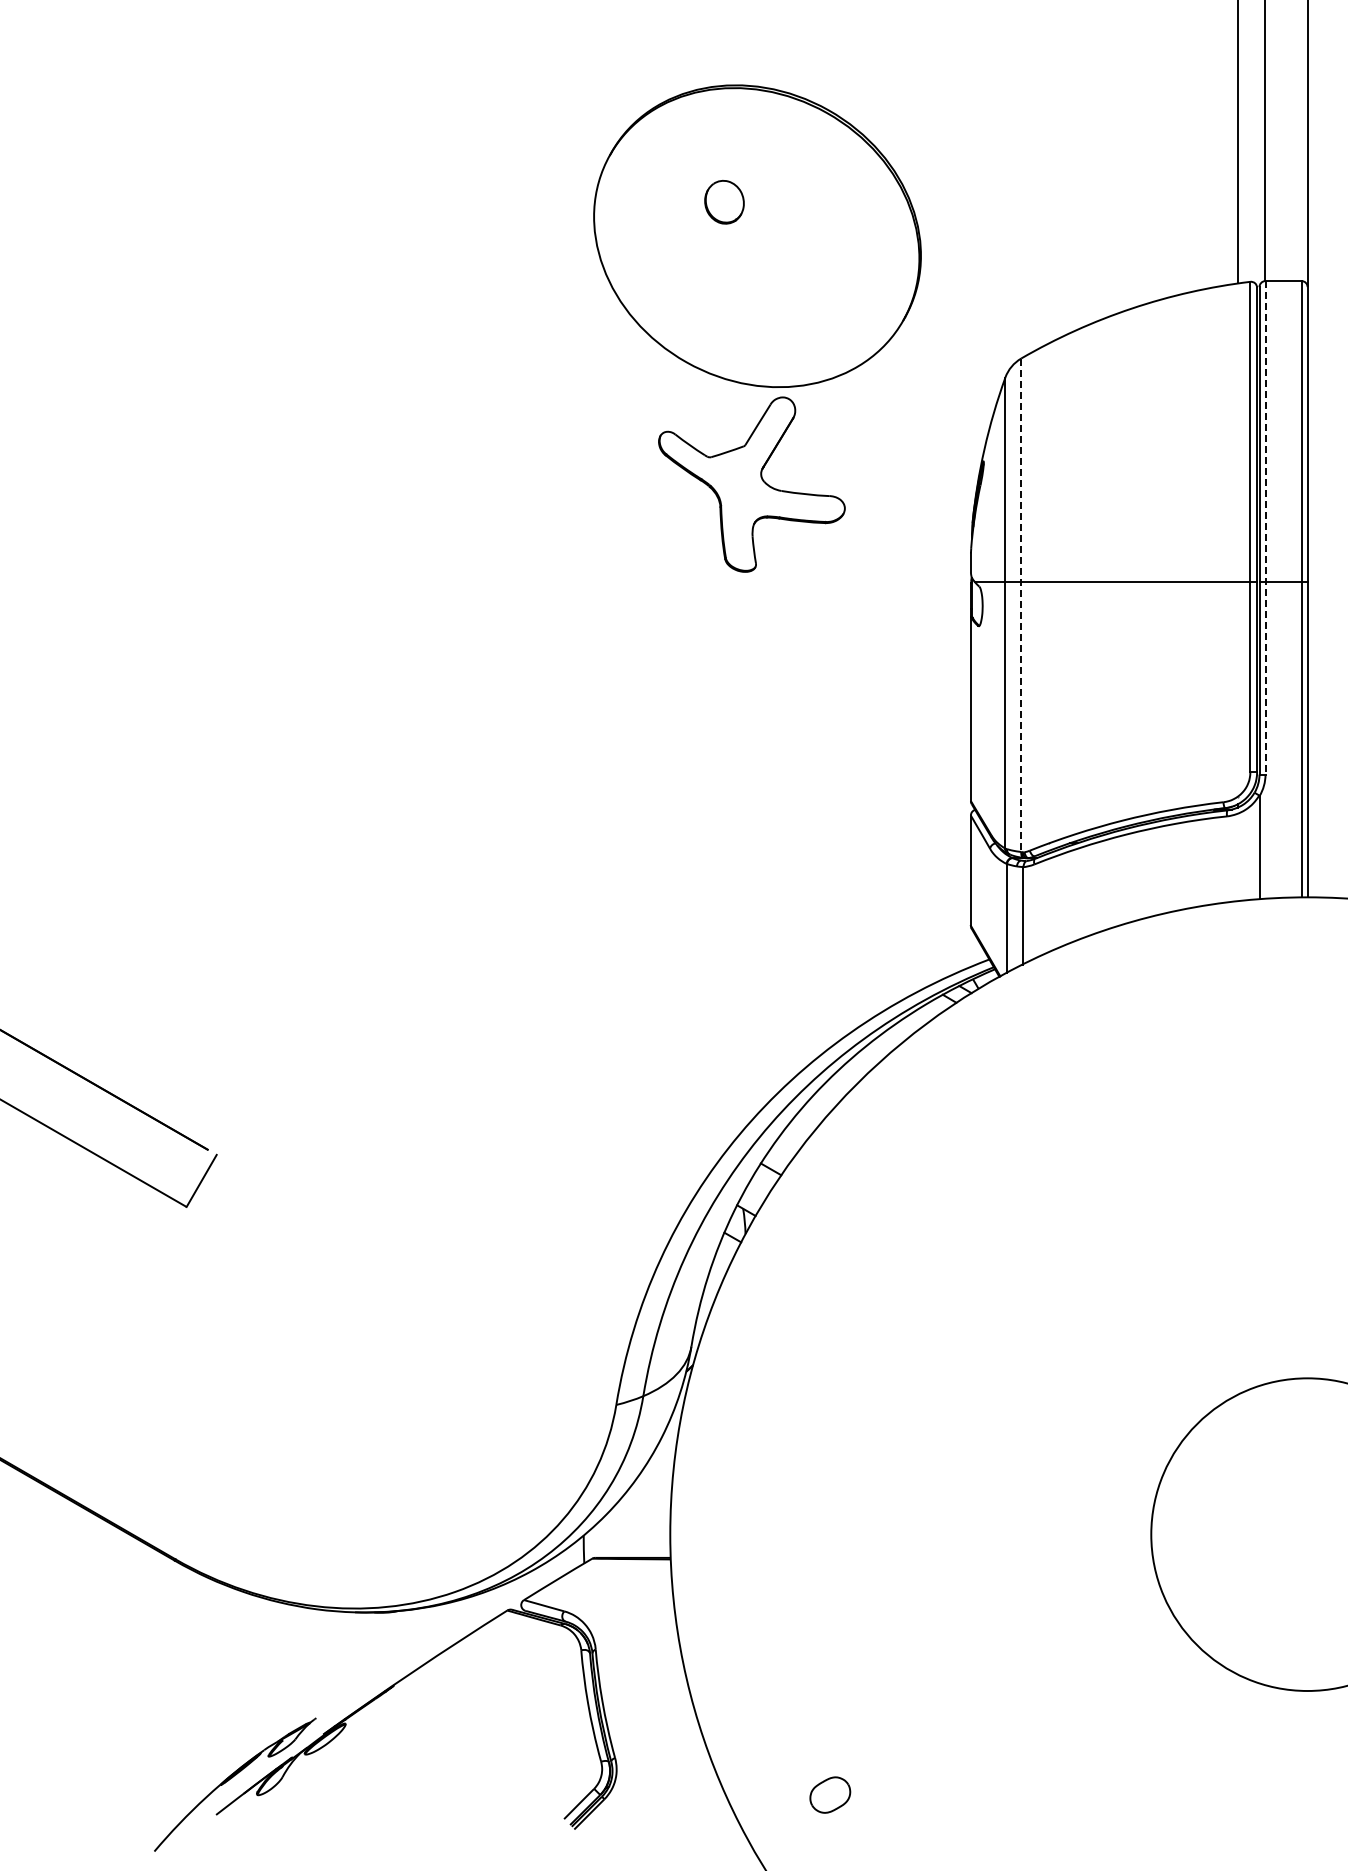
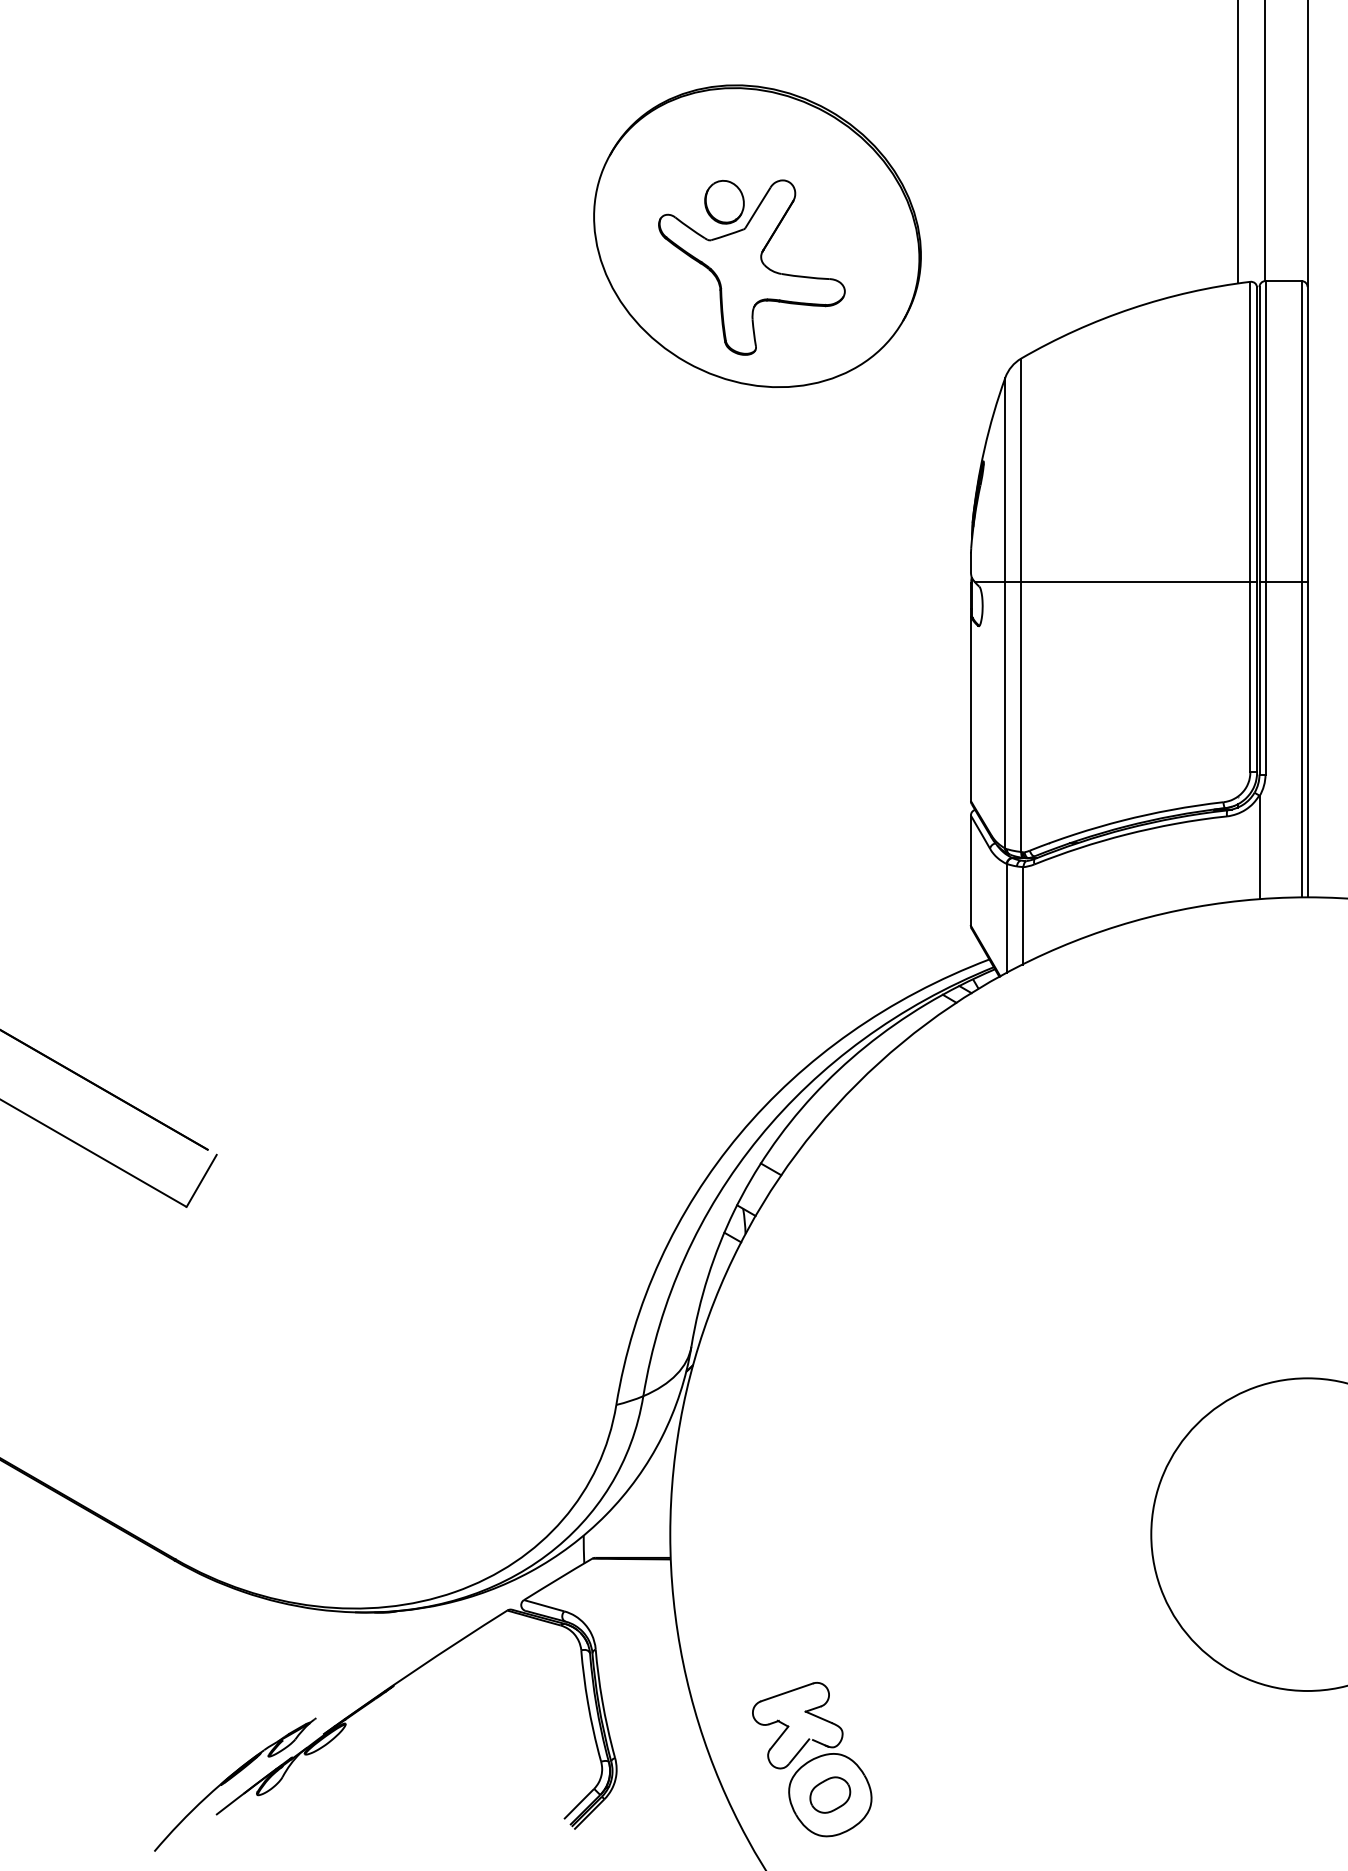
part at (751, 484) position: (751, 484) -> (751, 267)
line at (1265, 527): dashed -> solid
line at (1021, 605): dashed -> solid
part at (812, 1759): none -> present
